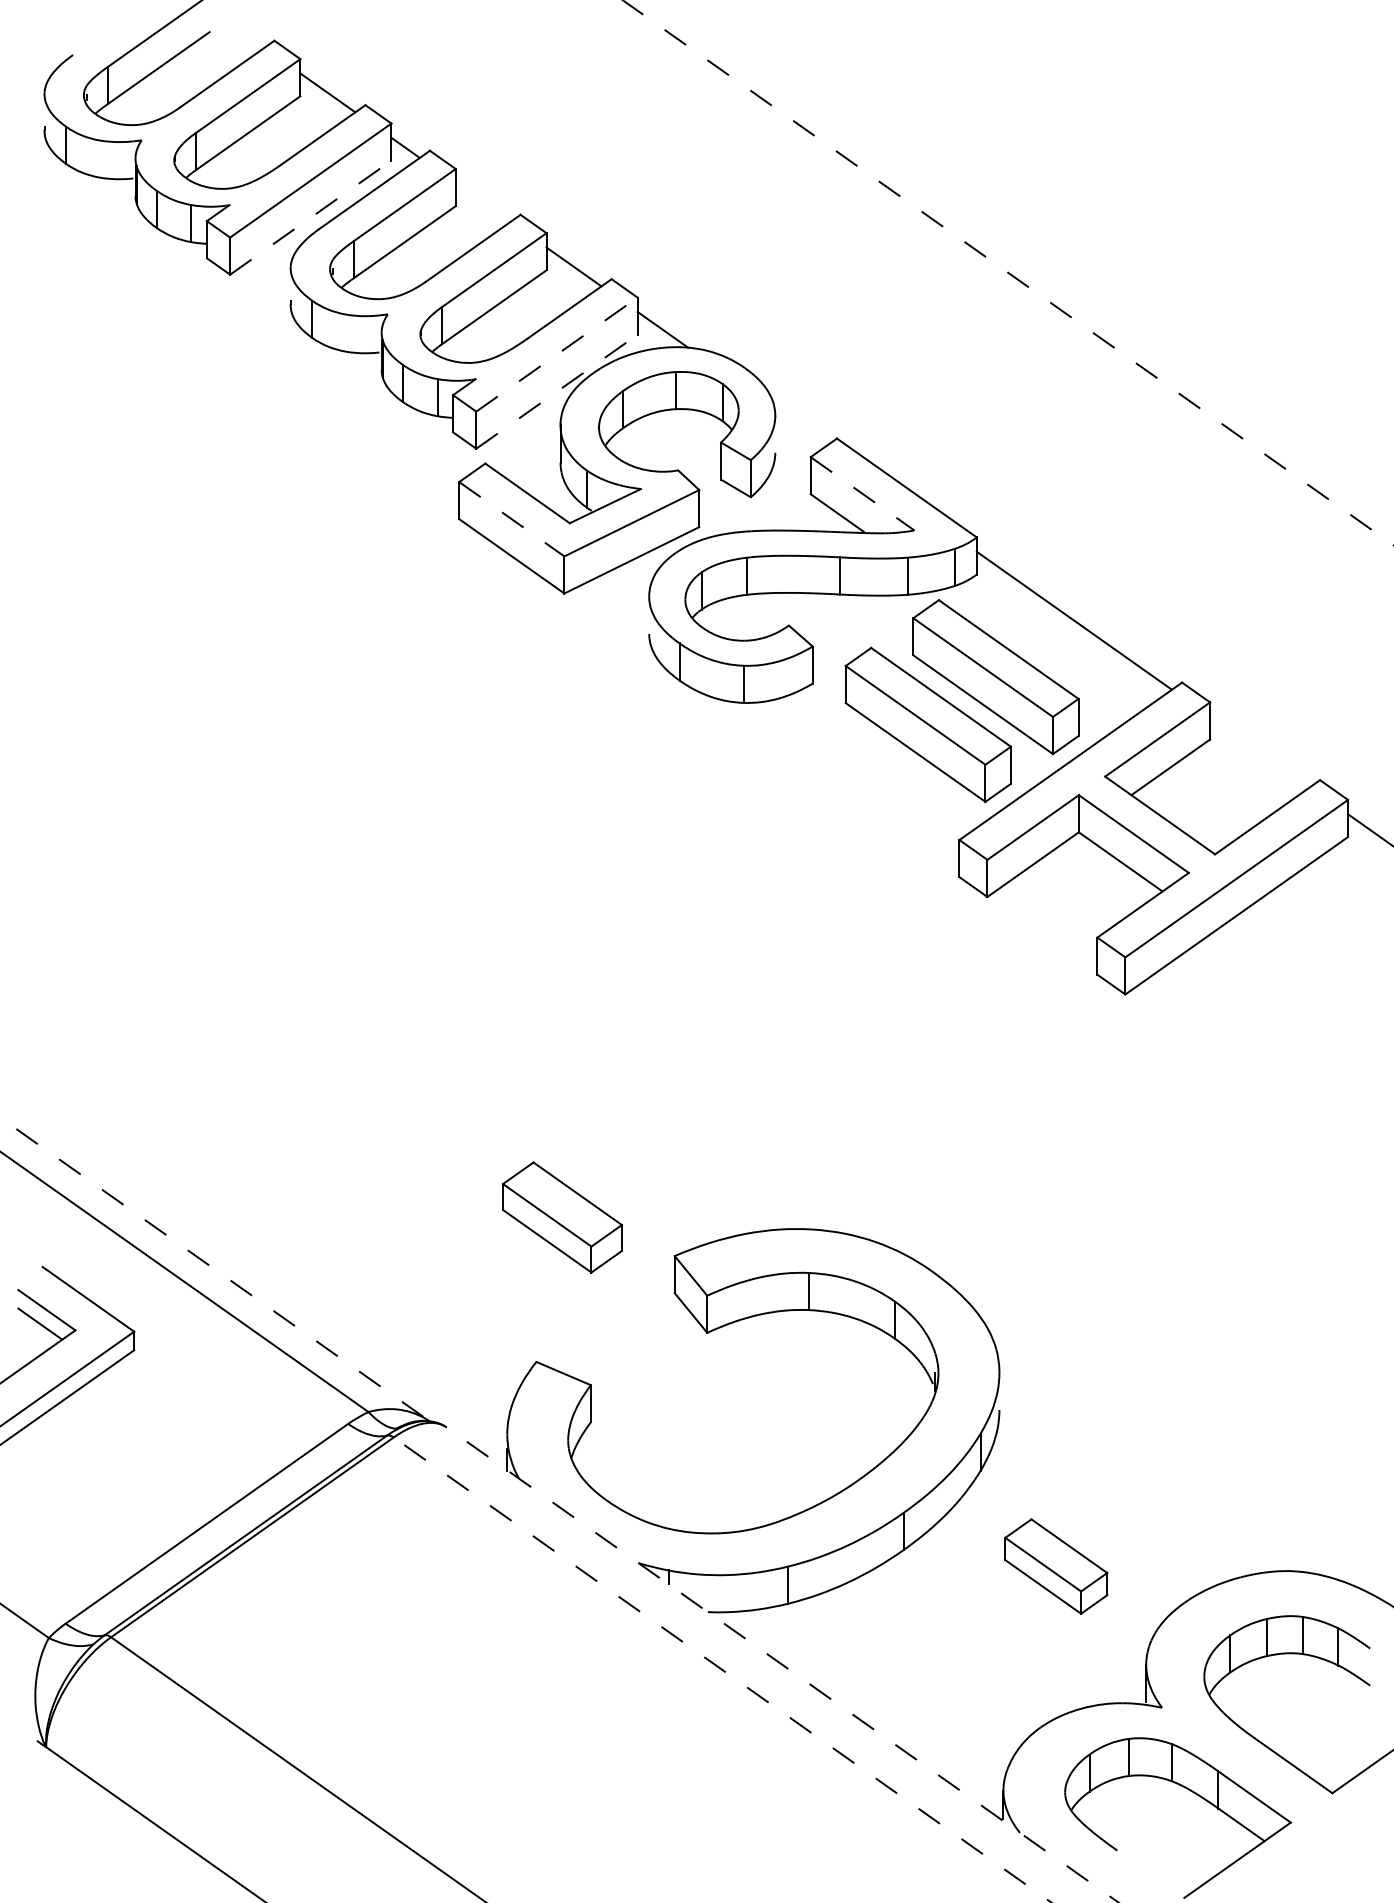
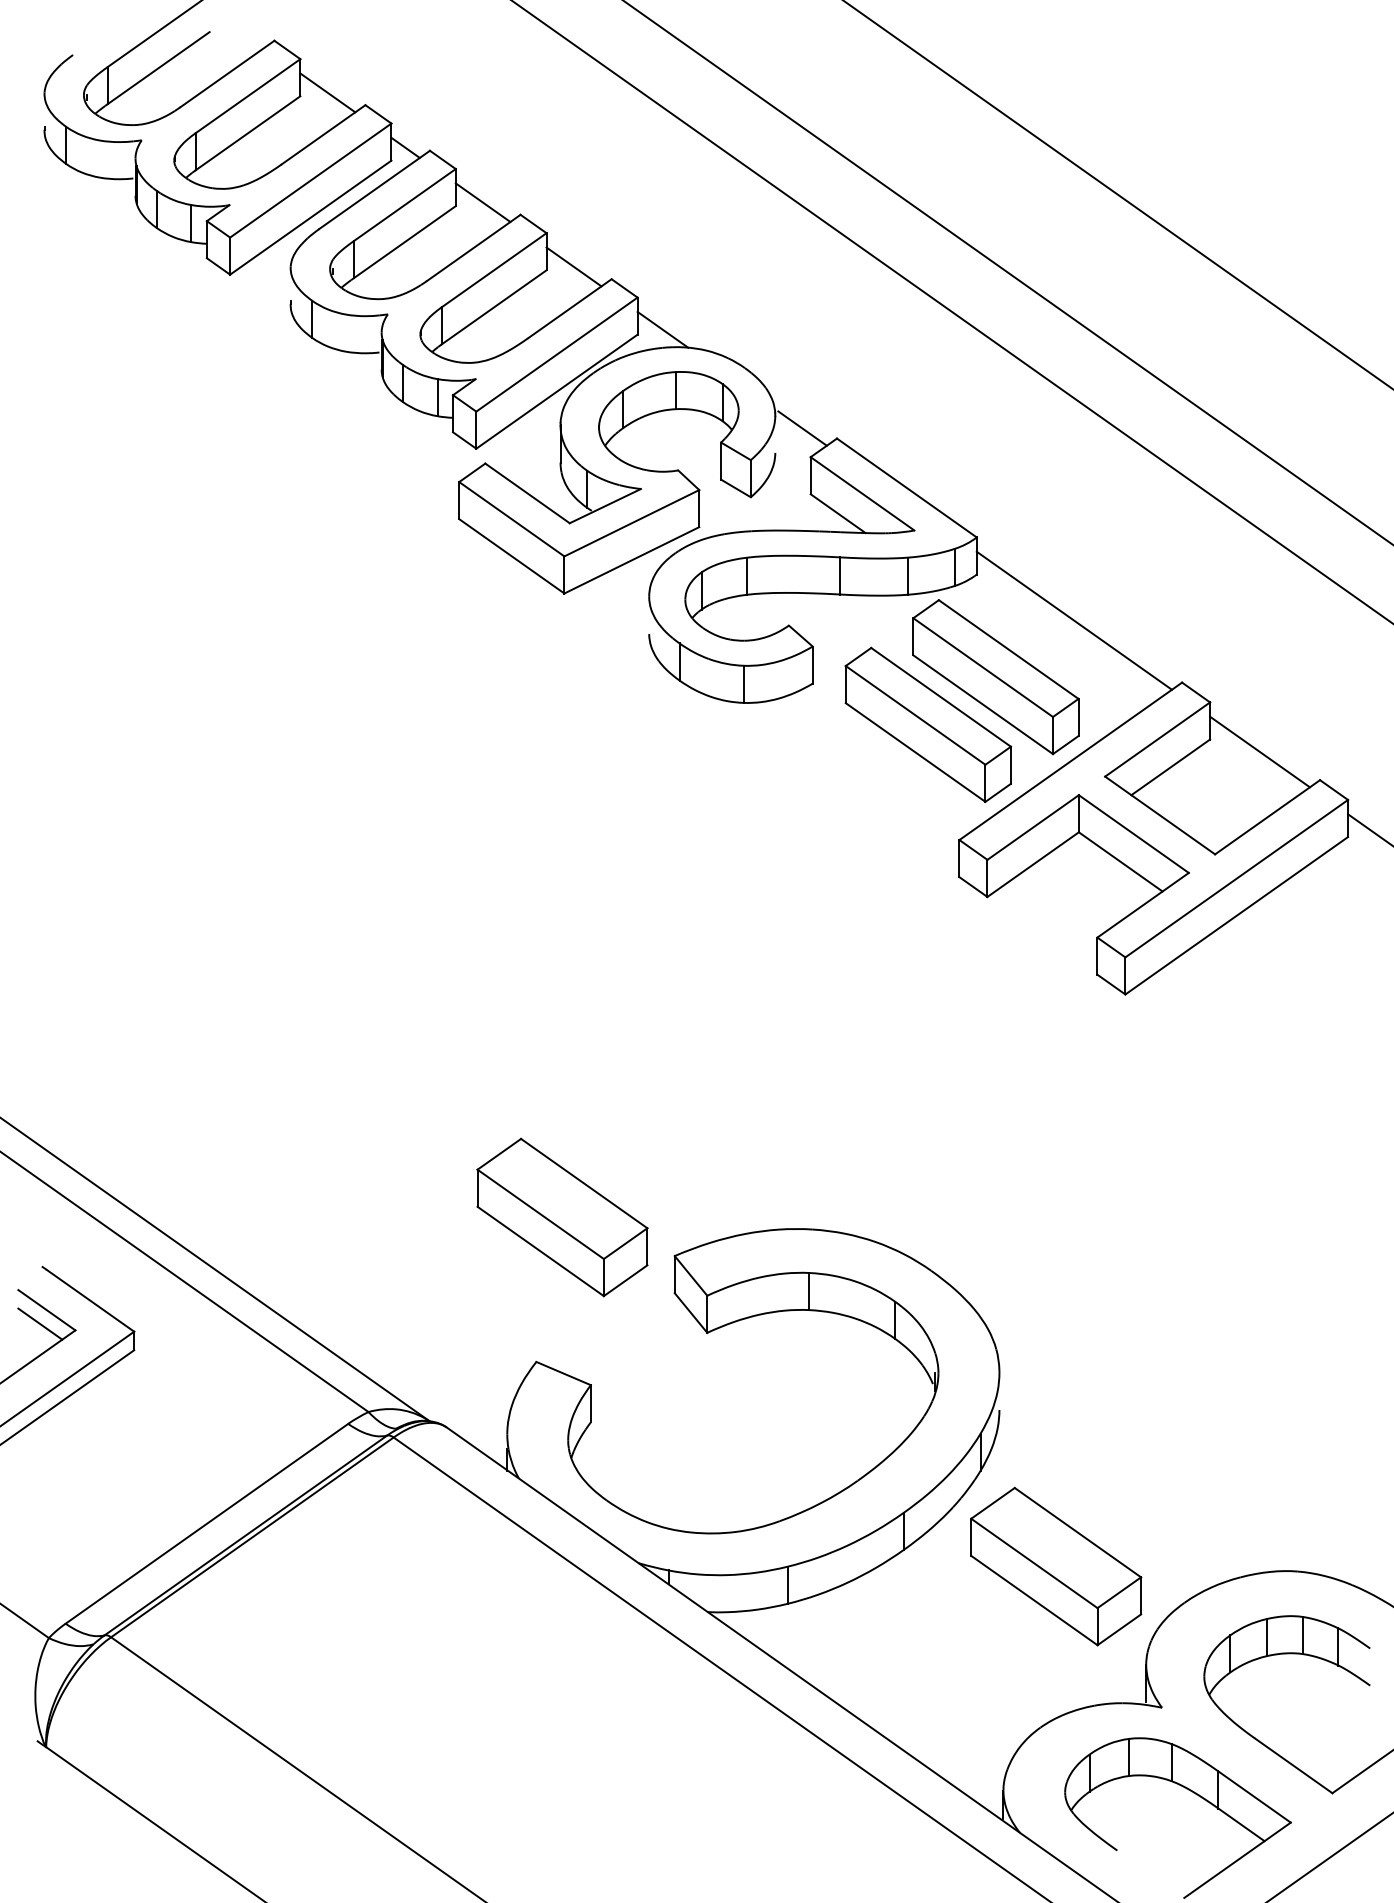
line at (1117, 194): none -> present
line at (482, 202): none -> present
line at (310, 217): dashed -> solid
line at (1007, 272): dashed -> solid
line at (952, 311): none -> present
line at (556, 354): dashed -> solid
line at (556, 391): dashed -> solid
line at (802, 428): none -> present
line at (862, 493): dashed -> solid
line at (512, 519): dashed -> solid
line at (1259, 751): none -> present
part at (562, 1217) size: 121x113 px -> 173x161 px
line at (216, 1270): dashed -> solid
part at (1056, 1566) size: 105x97 px -> 173x161 px
line at (782, 1664): dashed -> solid
line at (722, 1670): dashed -> solid
line at (1330, 1856): none -> present
